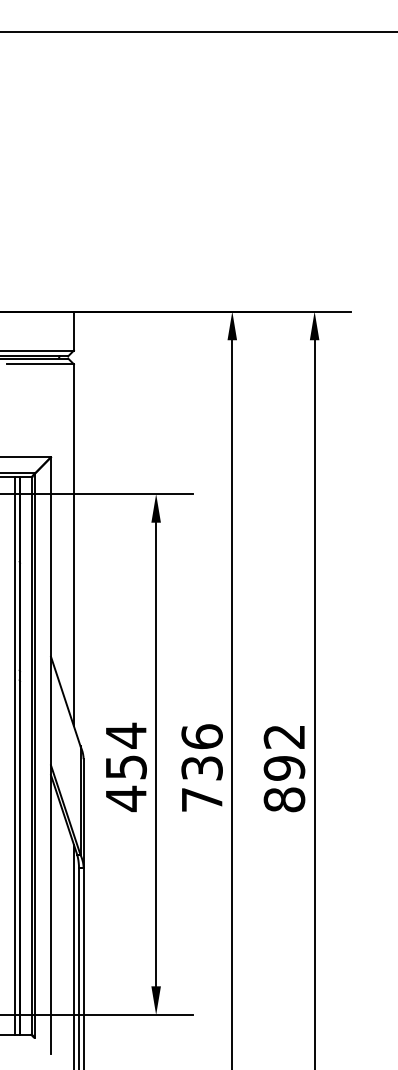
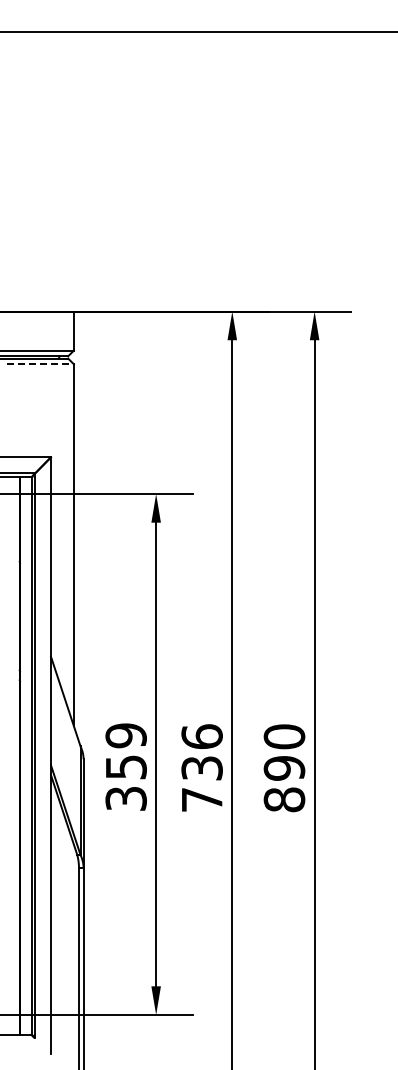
line at (41, 364): solid -> dashed
text at (284, 736): 892 -> 890
line at (15, 755): present -> none
text at (125, 767): 454 -> 359
line at (73, 955): present -> none
